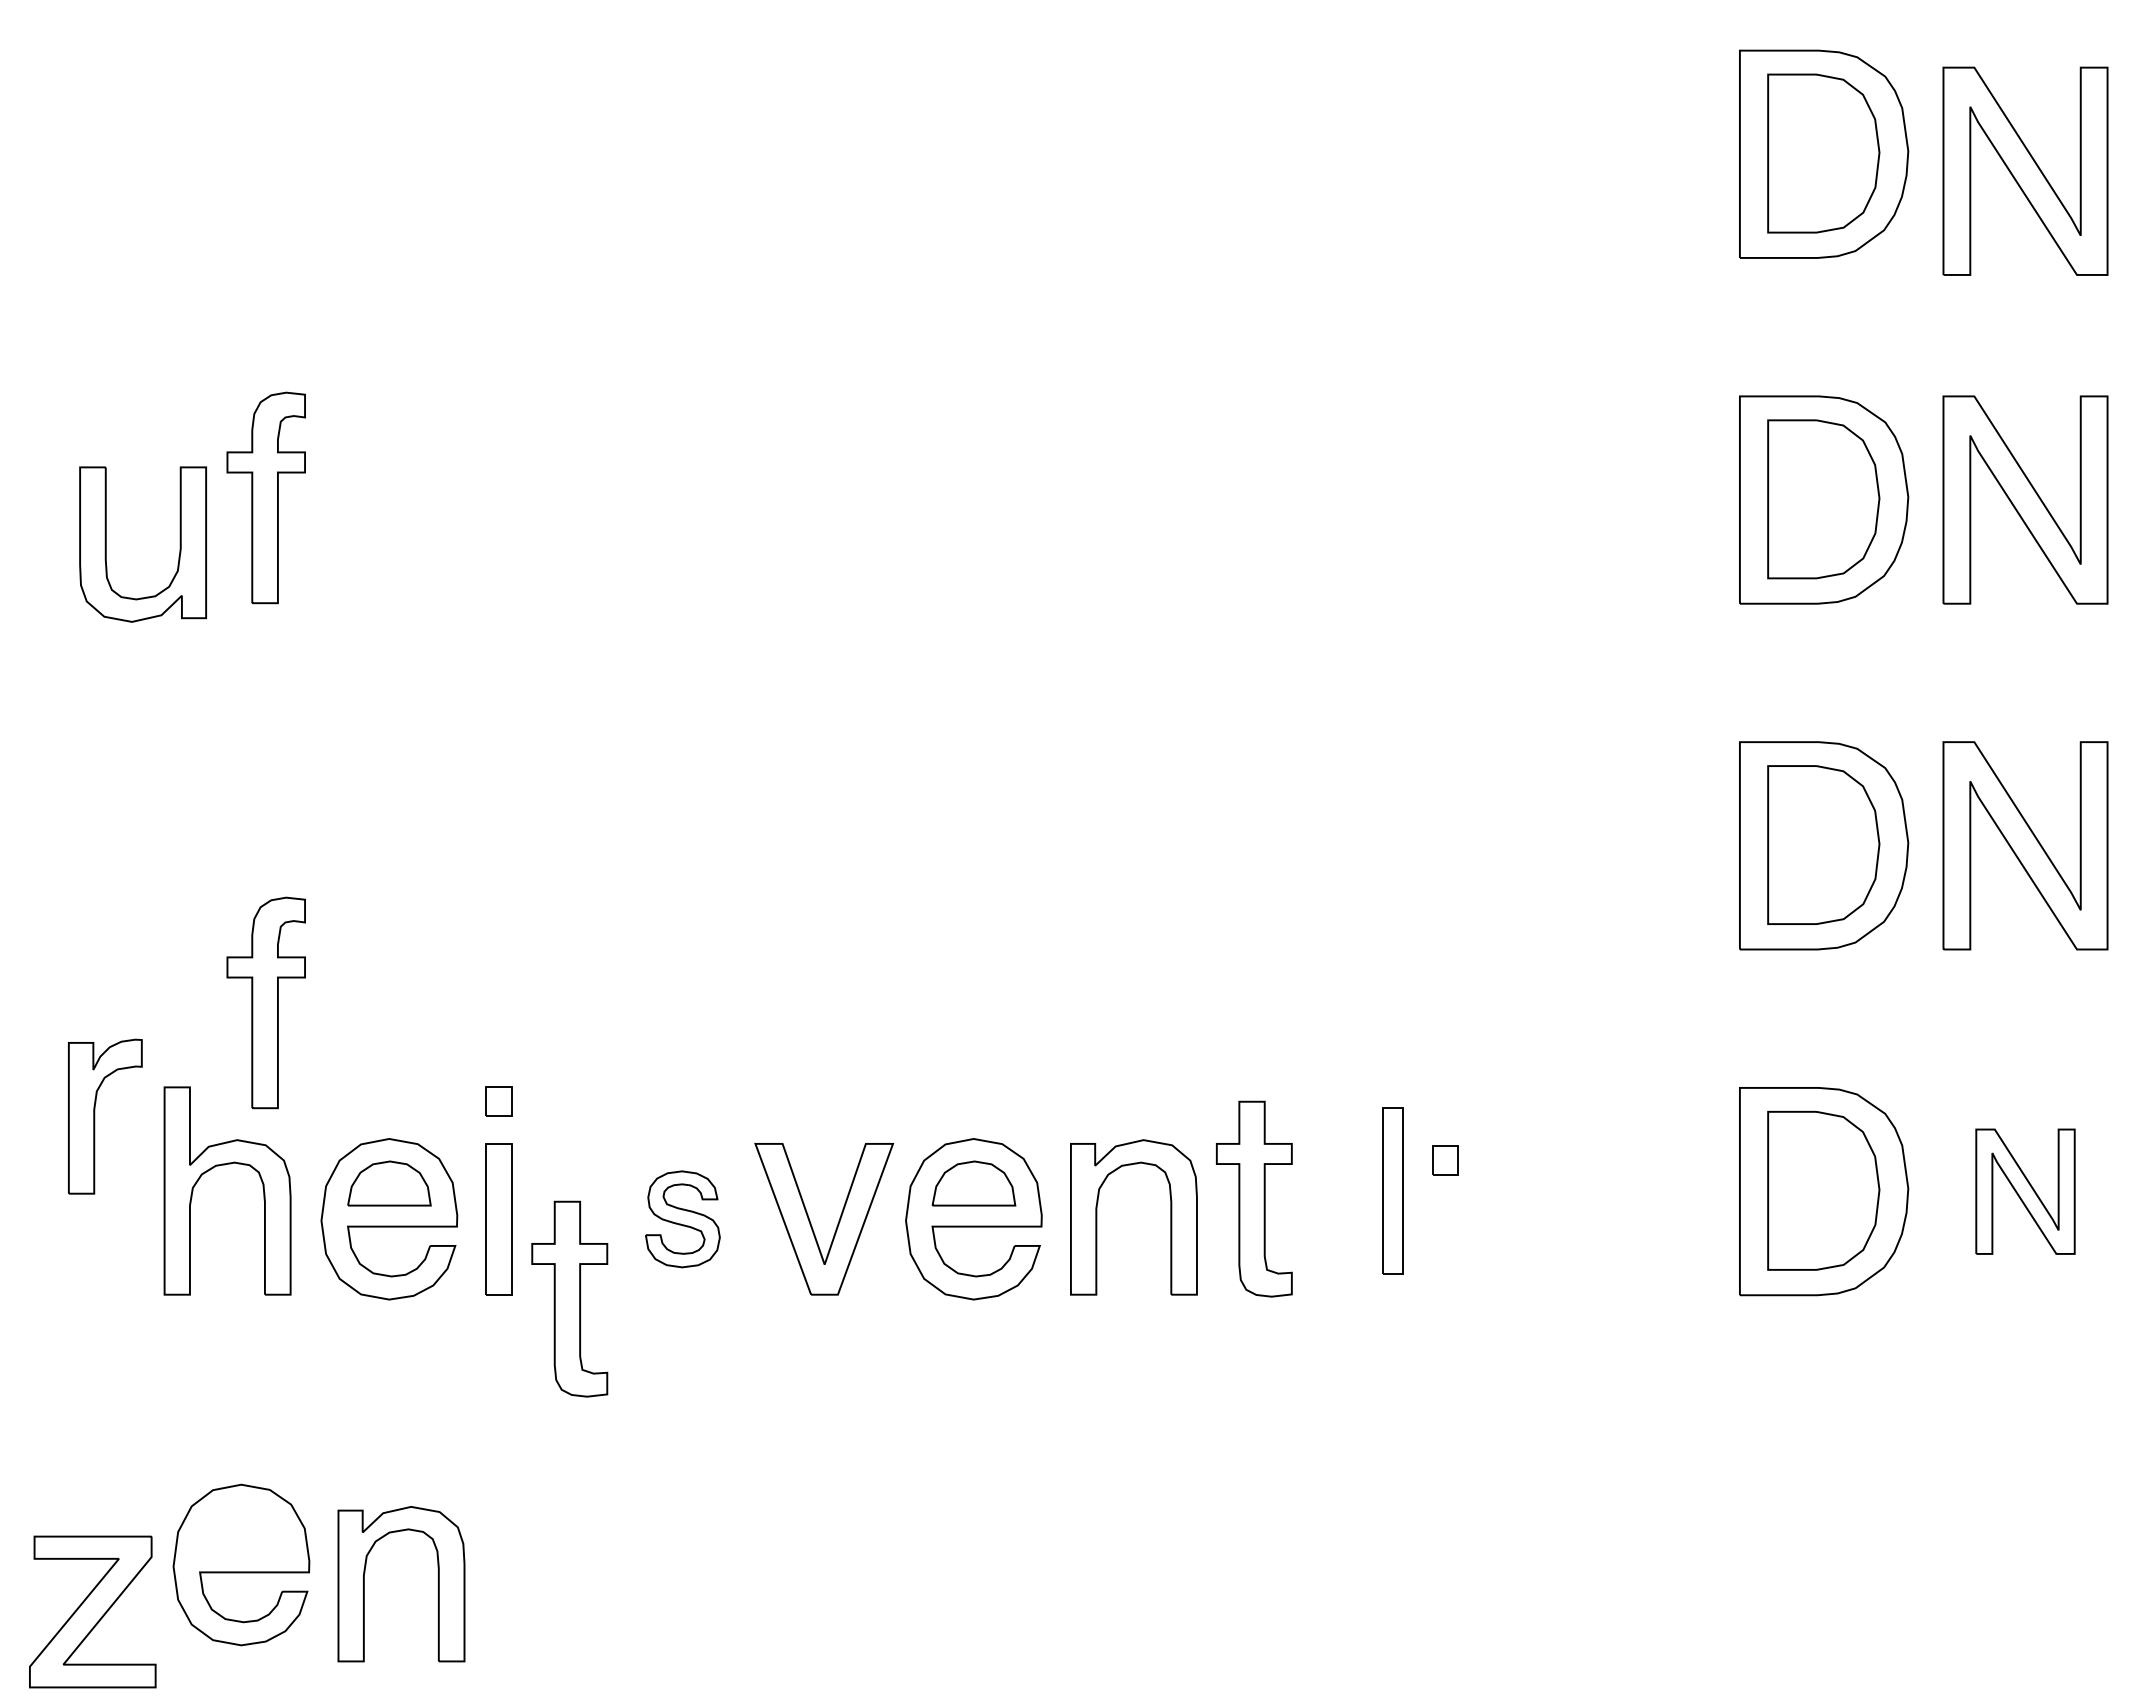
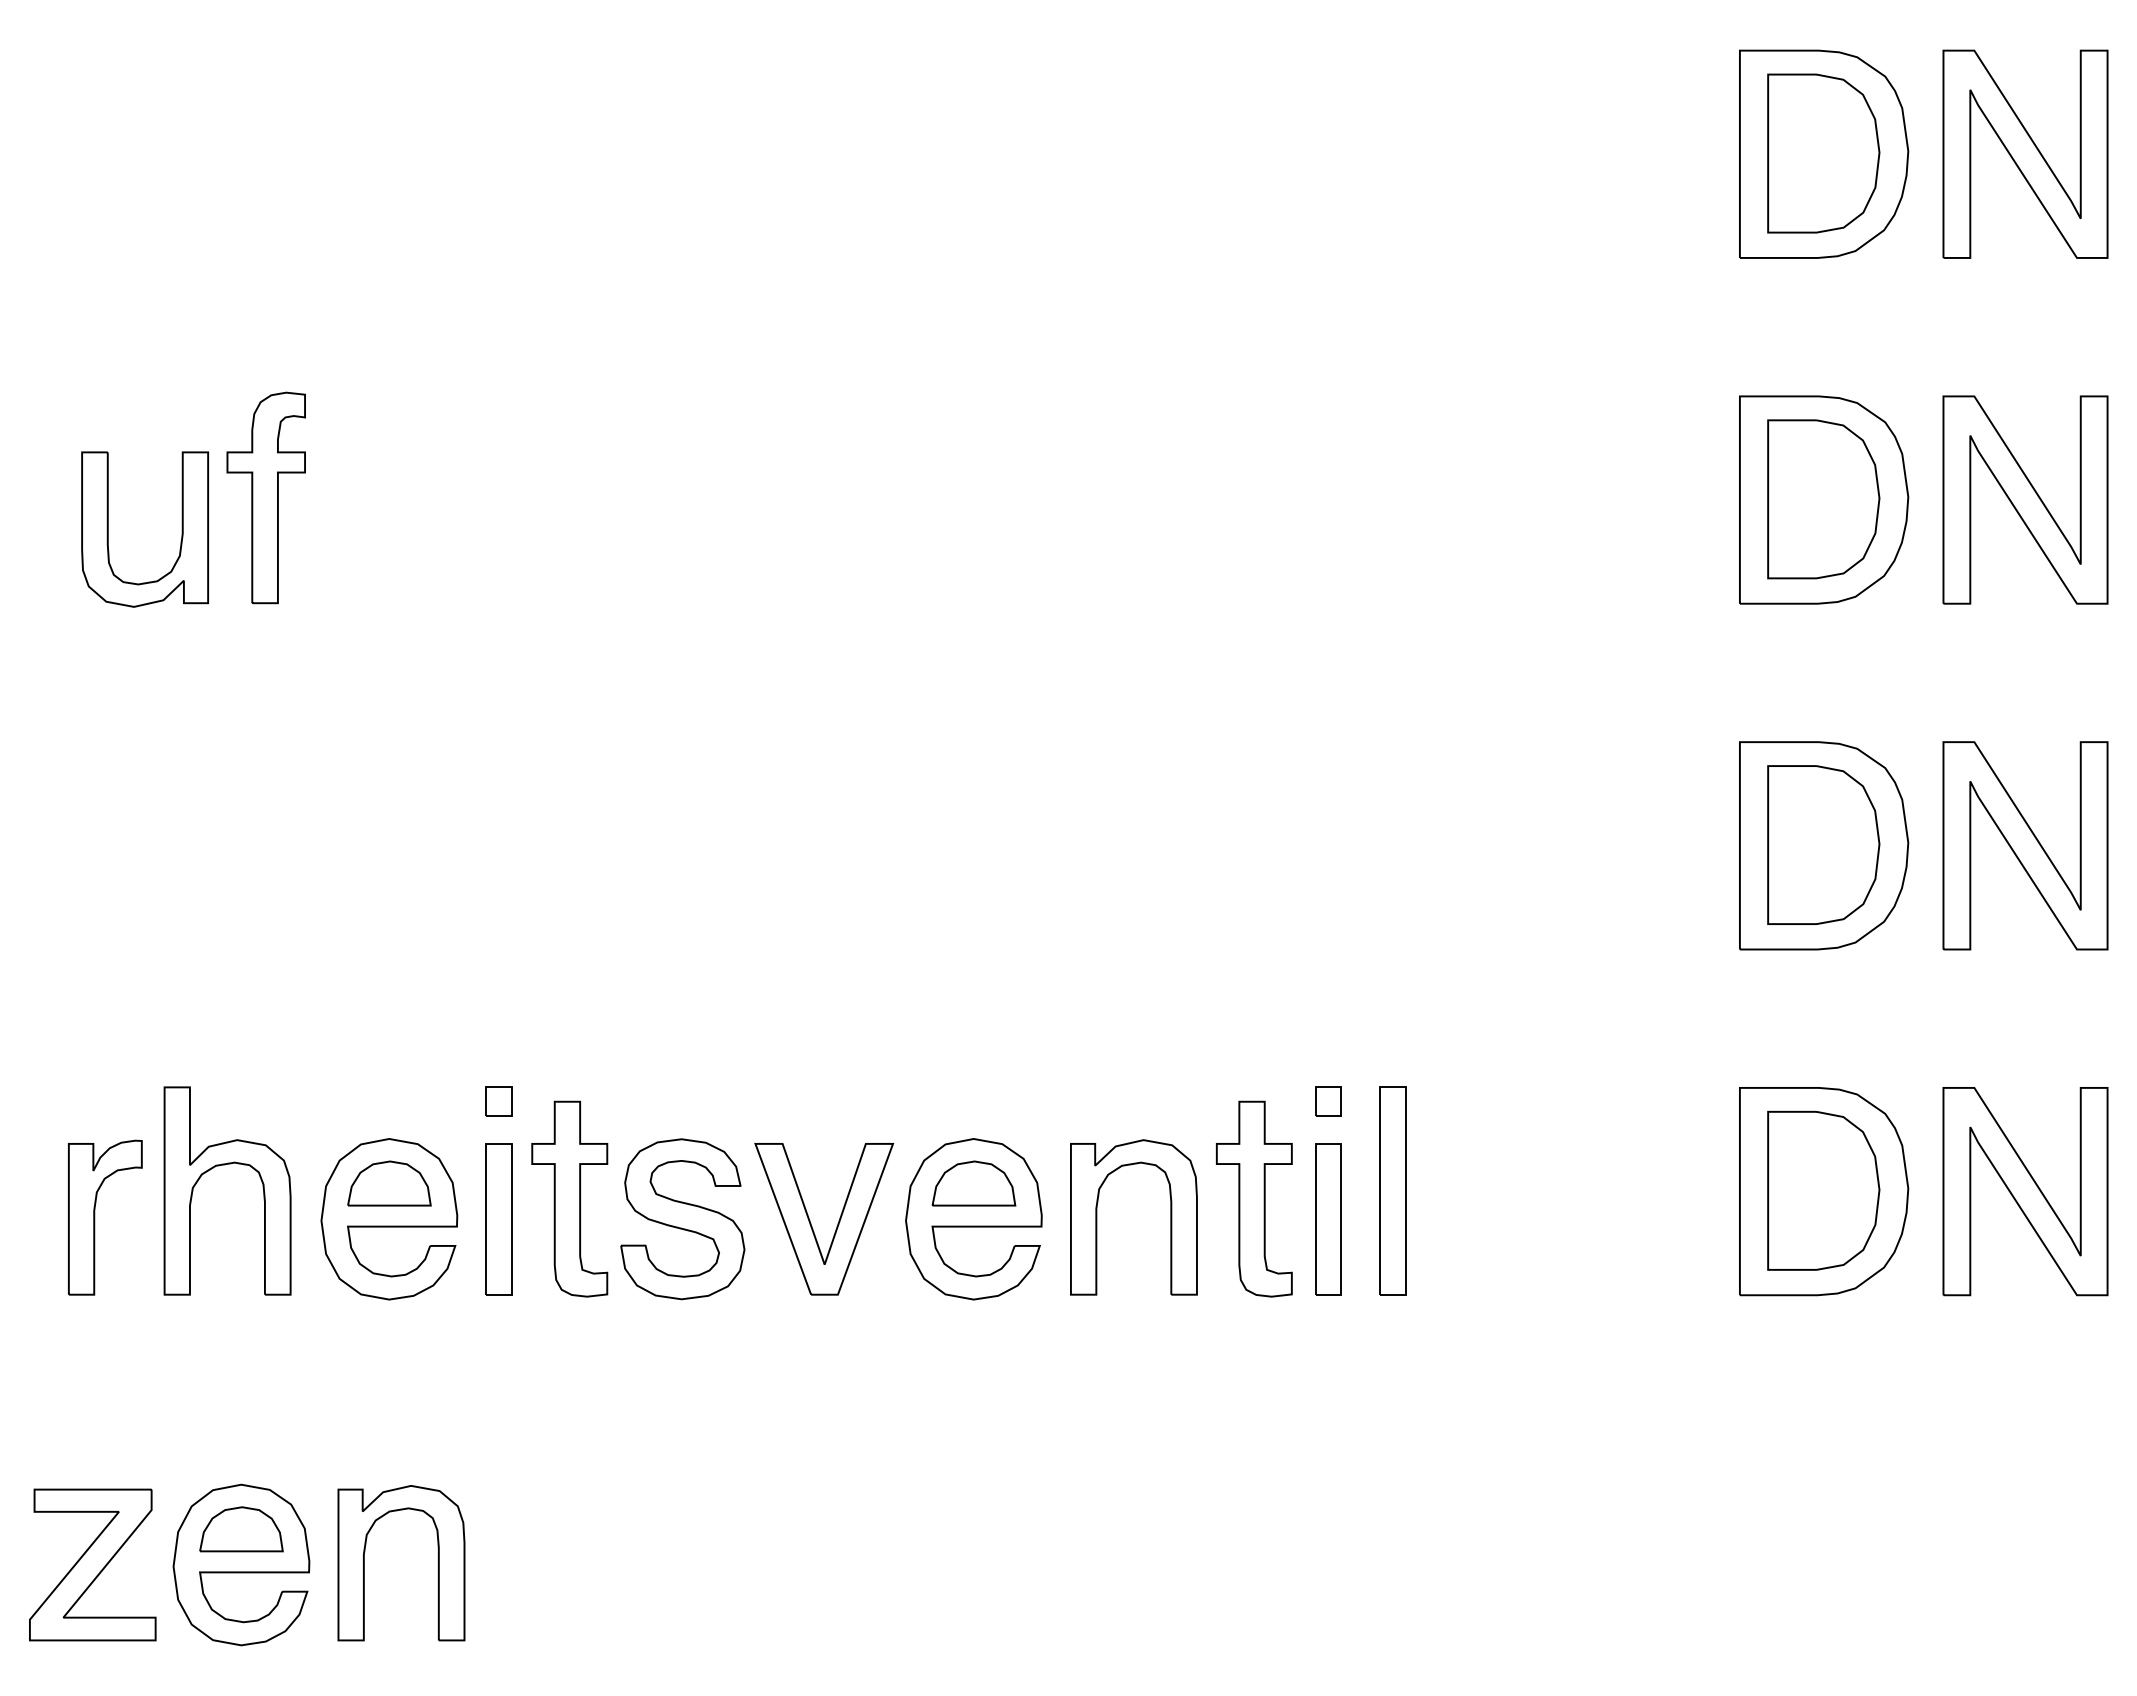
part at (2025, 170) position: (2025, 170) -> (2025, 153)
part at (106, 544) position: (106, 544) -> (108, 529)
part at (265, 1002): present -> none
part at (95, 1116) position: (95, 1116) -> (95, 1217)
part at (1445, 1160) position: (1445, 1160) -> (1328, 1101)
part at (1392, 1190) size: 22x168 px -> 28x210 px
part at (2025, 1191) size: 101x127 px -> 167x210 px
part at (682, 1219) size: 76x99 px -> 126x163 px
part at (1328, 1219): none -> present
part at (569, 1298) position: (569, 1298) -> (569, 1198)
part at (241, 1529): none -> present
part at (437, 1584) position: (437, 1584) -> (437, 1563)
part at (92, 1611) position: (92, 1611) -> (92, 1564)
